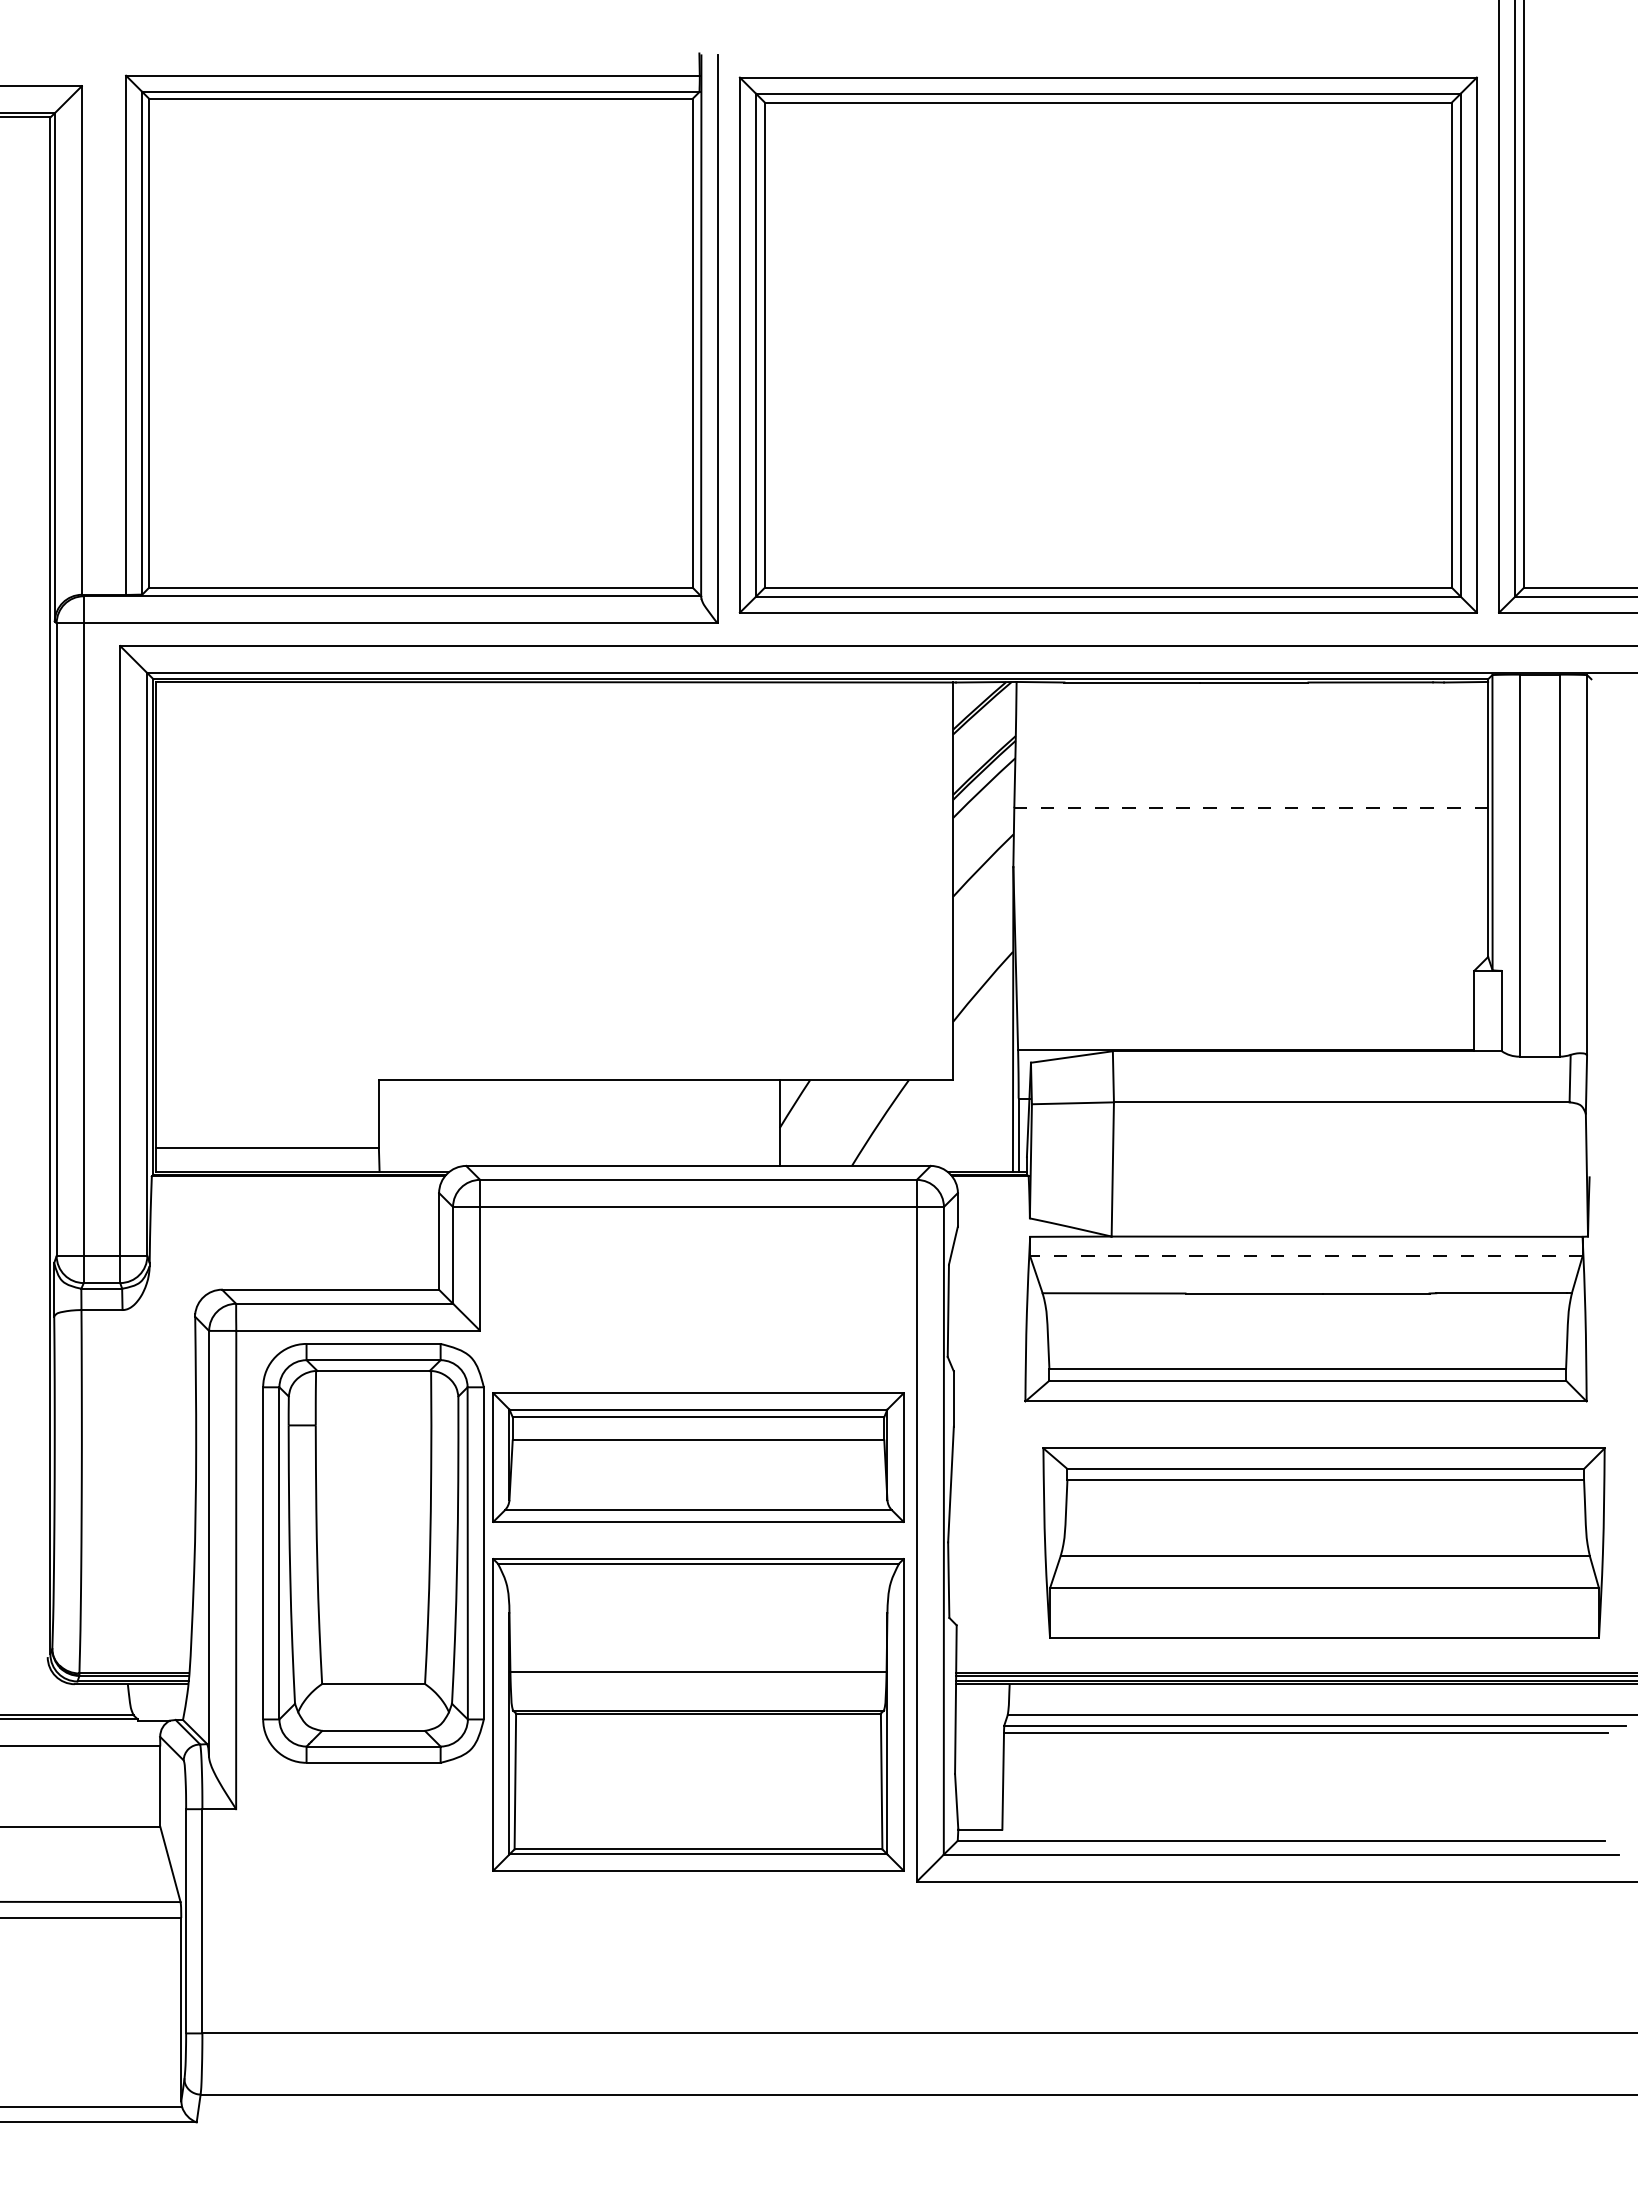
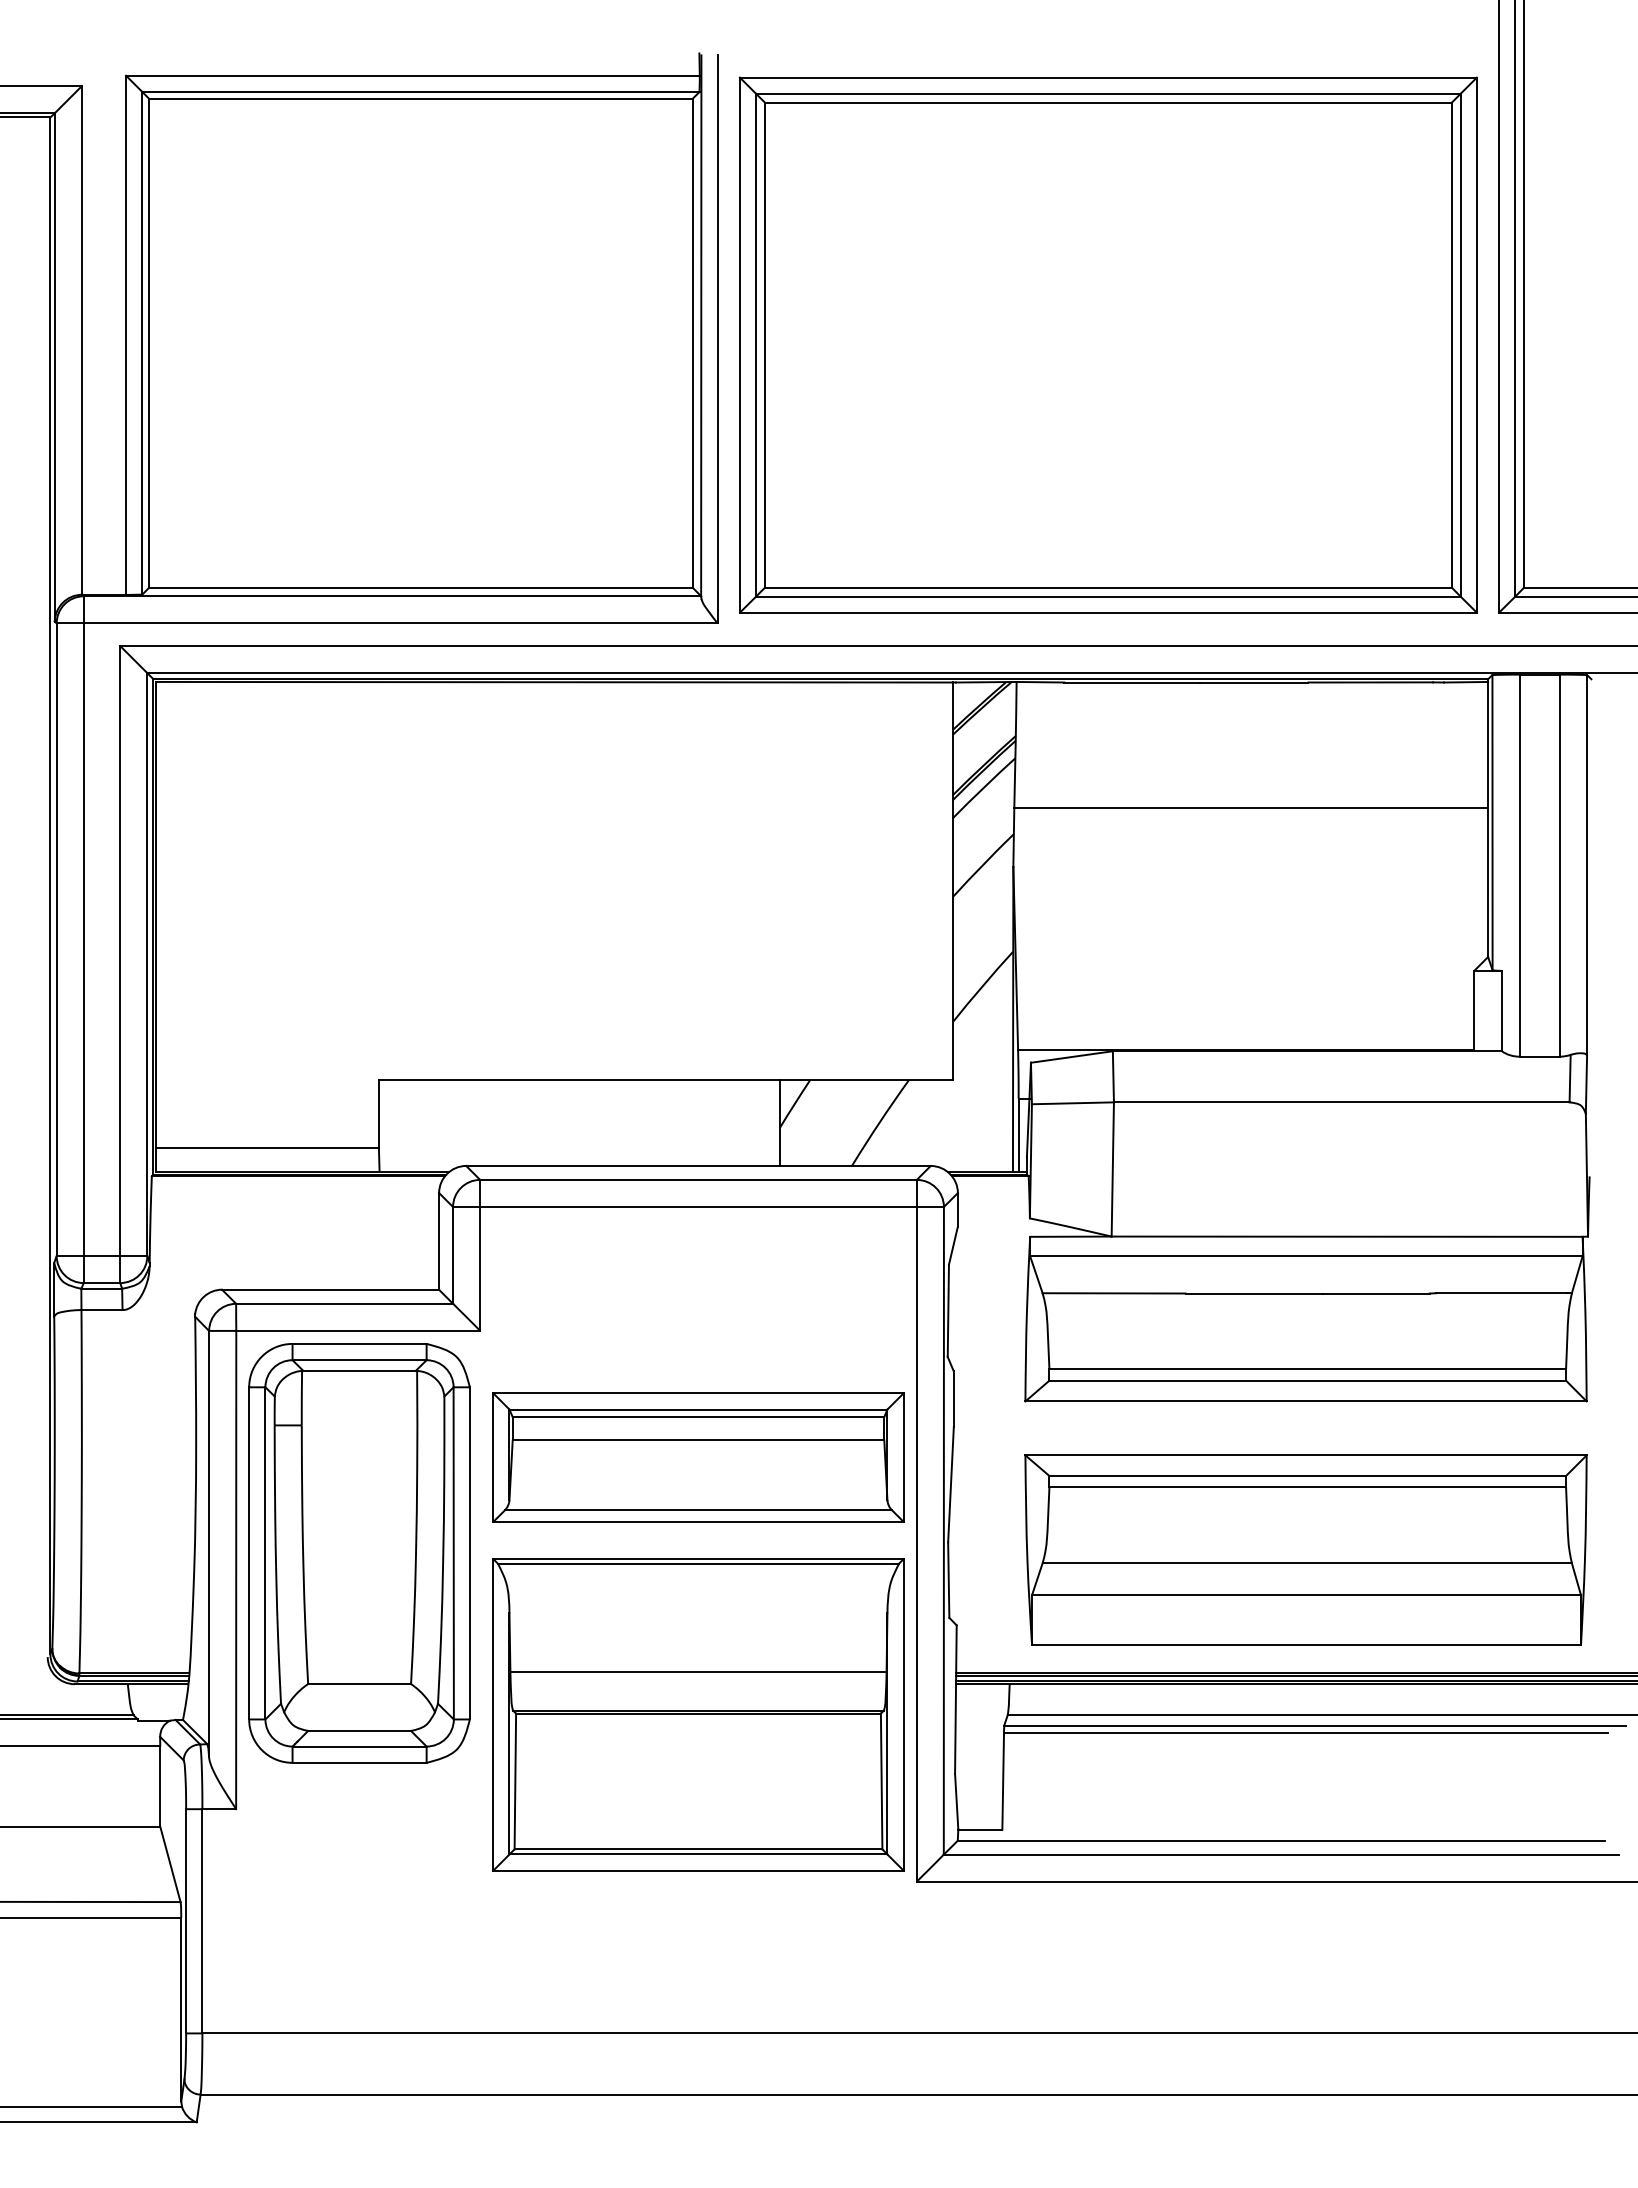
line at (1251, 807): dashed -> solid
line at (1305, 1256): dashed -> solid
part at (1323, 1542) position: (1323, 1542) -> (1305, 1549)
part at (373, 1553) position: (373, 1553) -> (359, 1553)
